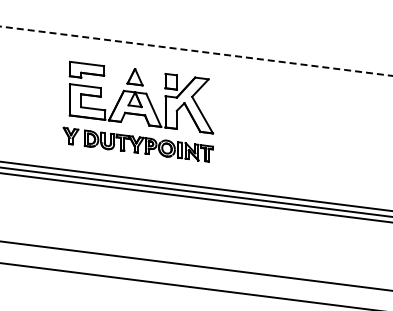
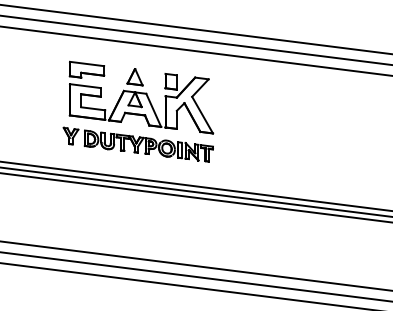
line at (195, 29): none -> present
line at (195, 39): none -> present
line at (196, 51): dashed -> solid
line at (195, 276): none -> present
